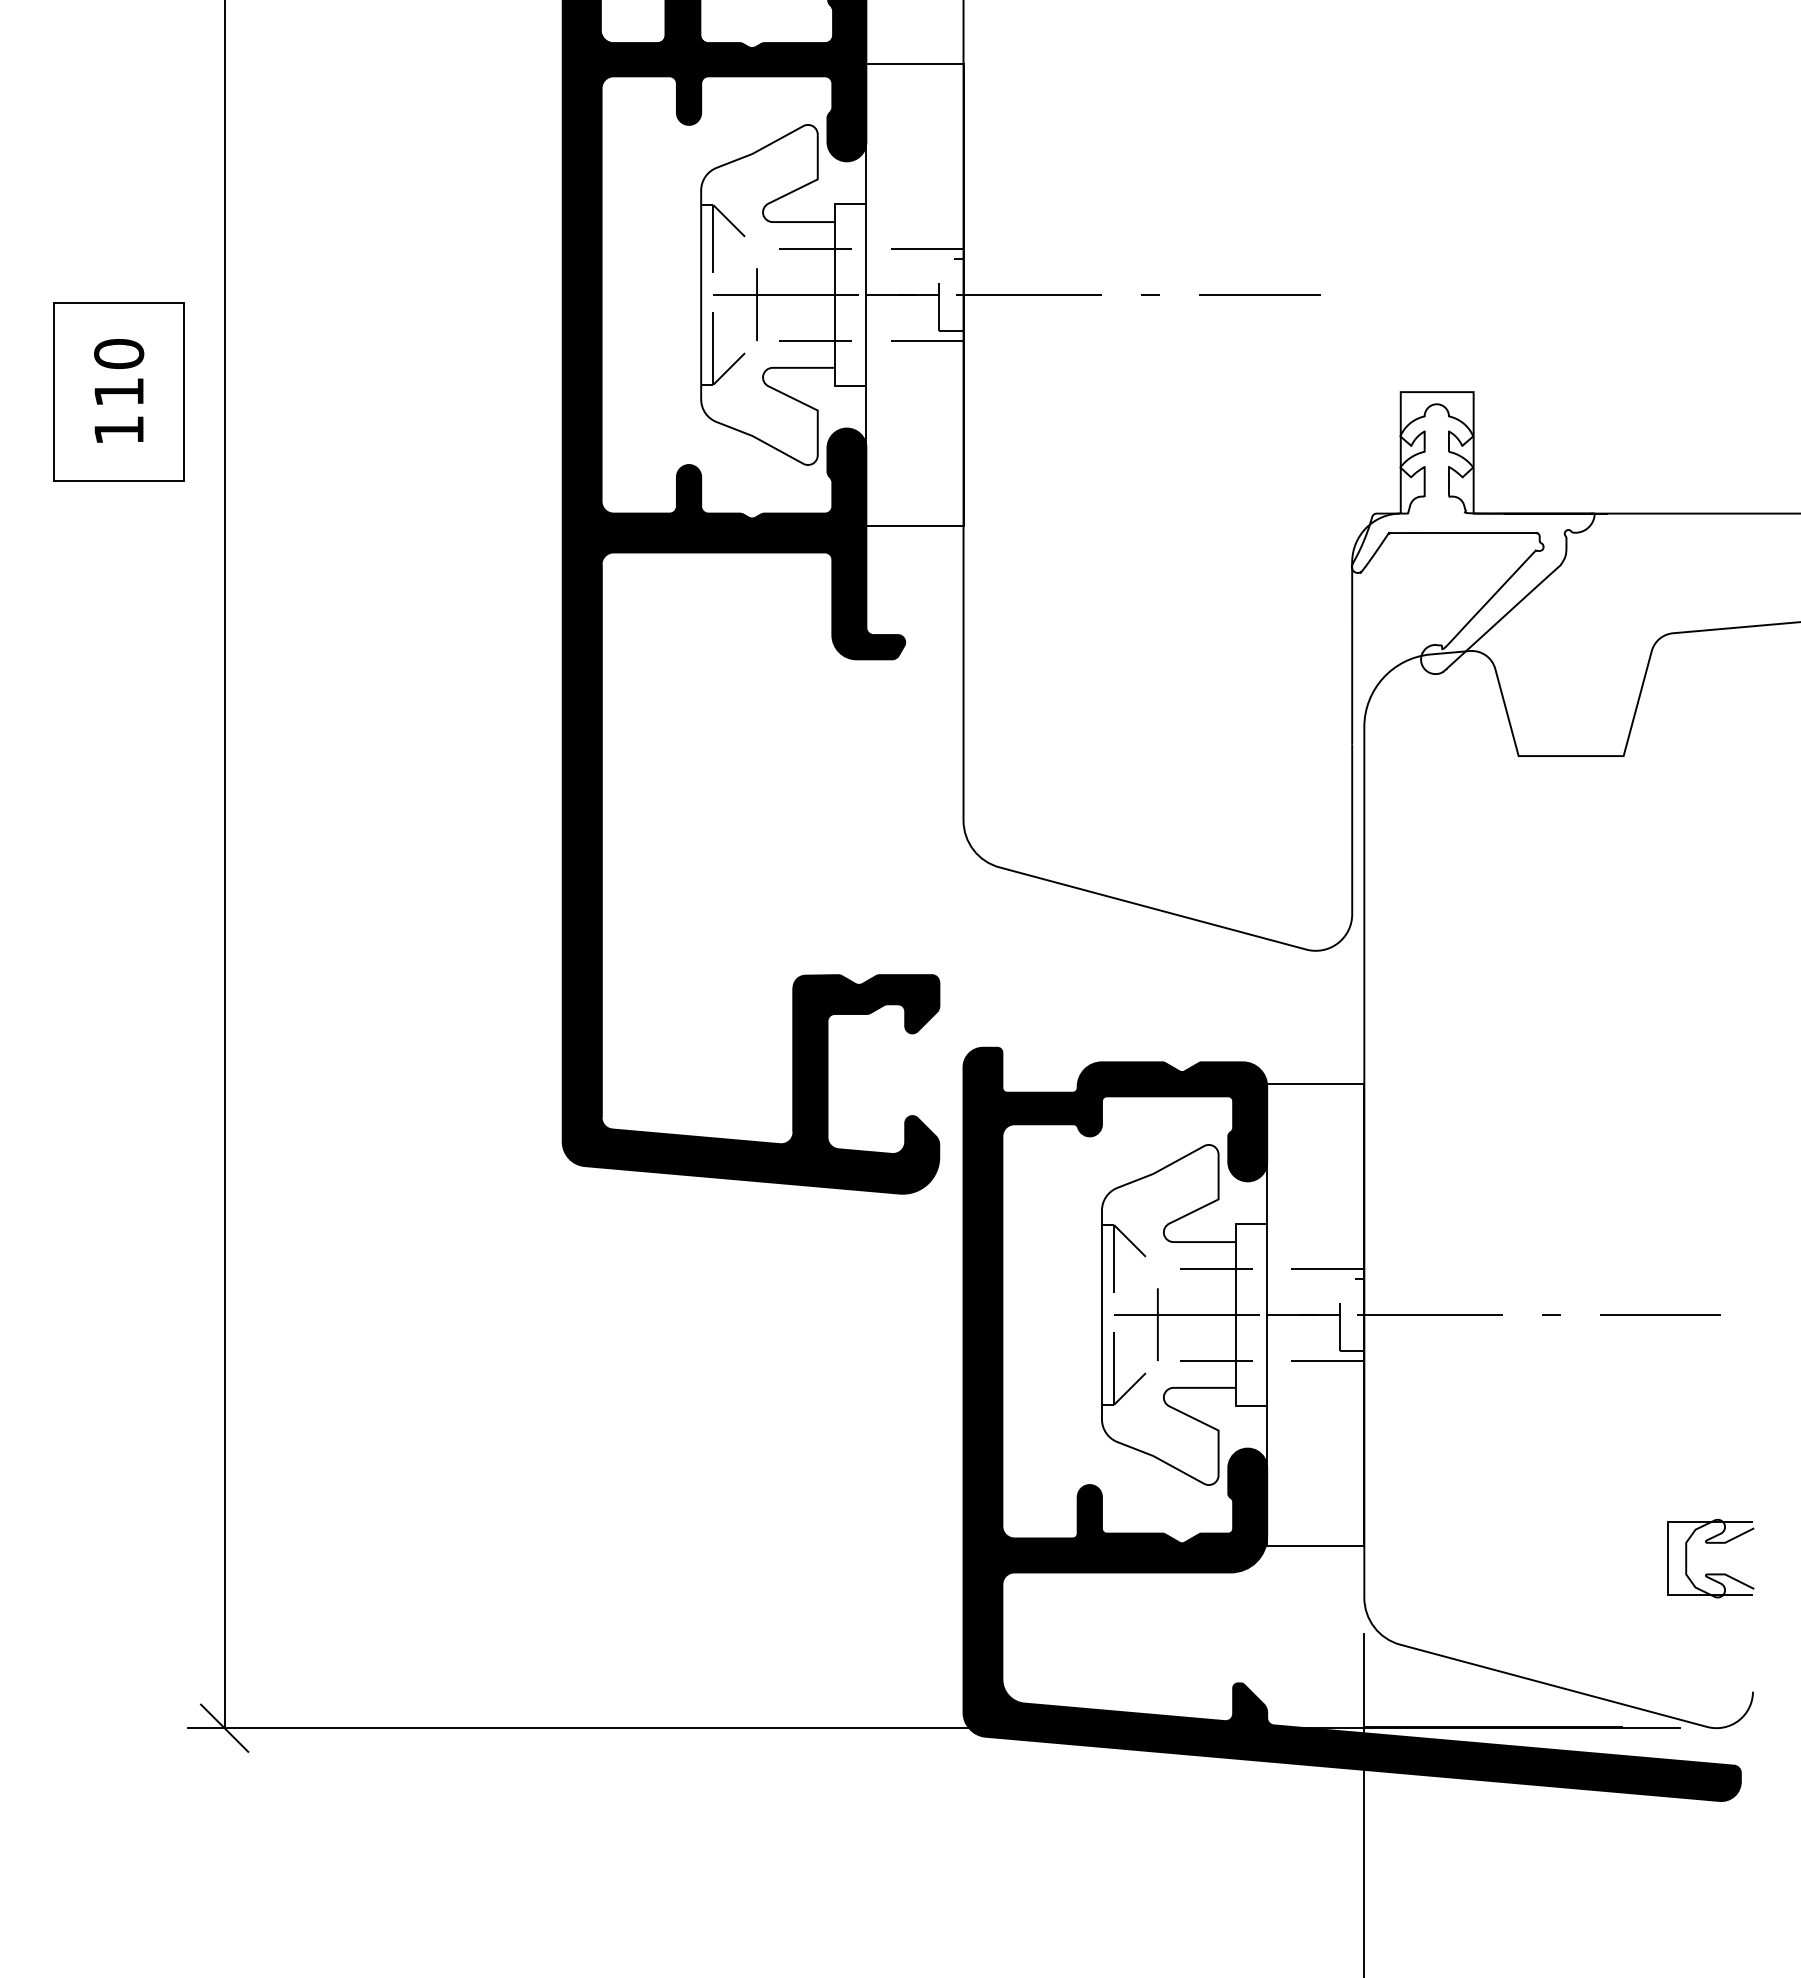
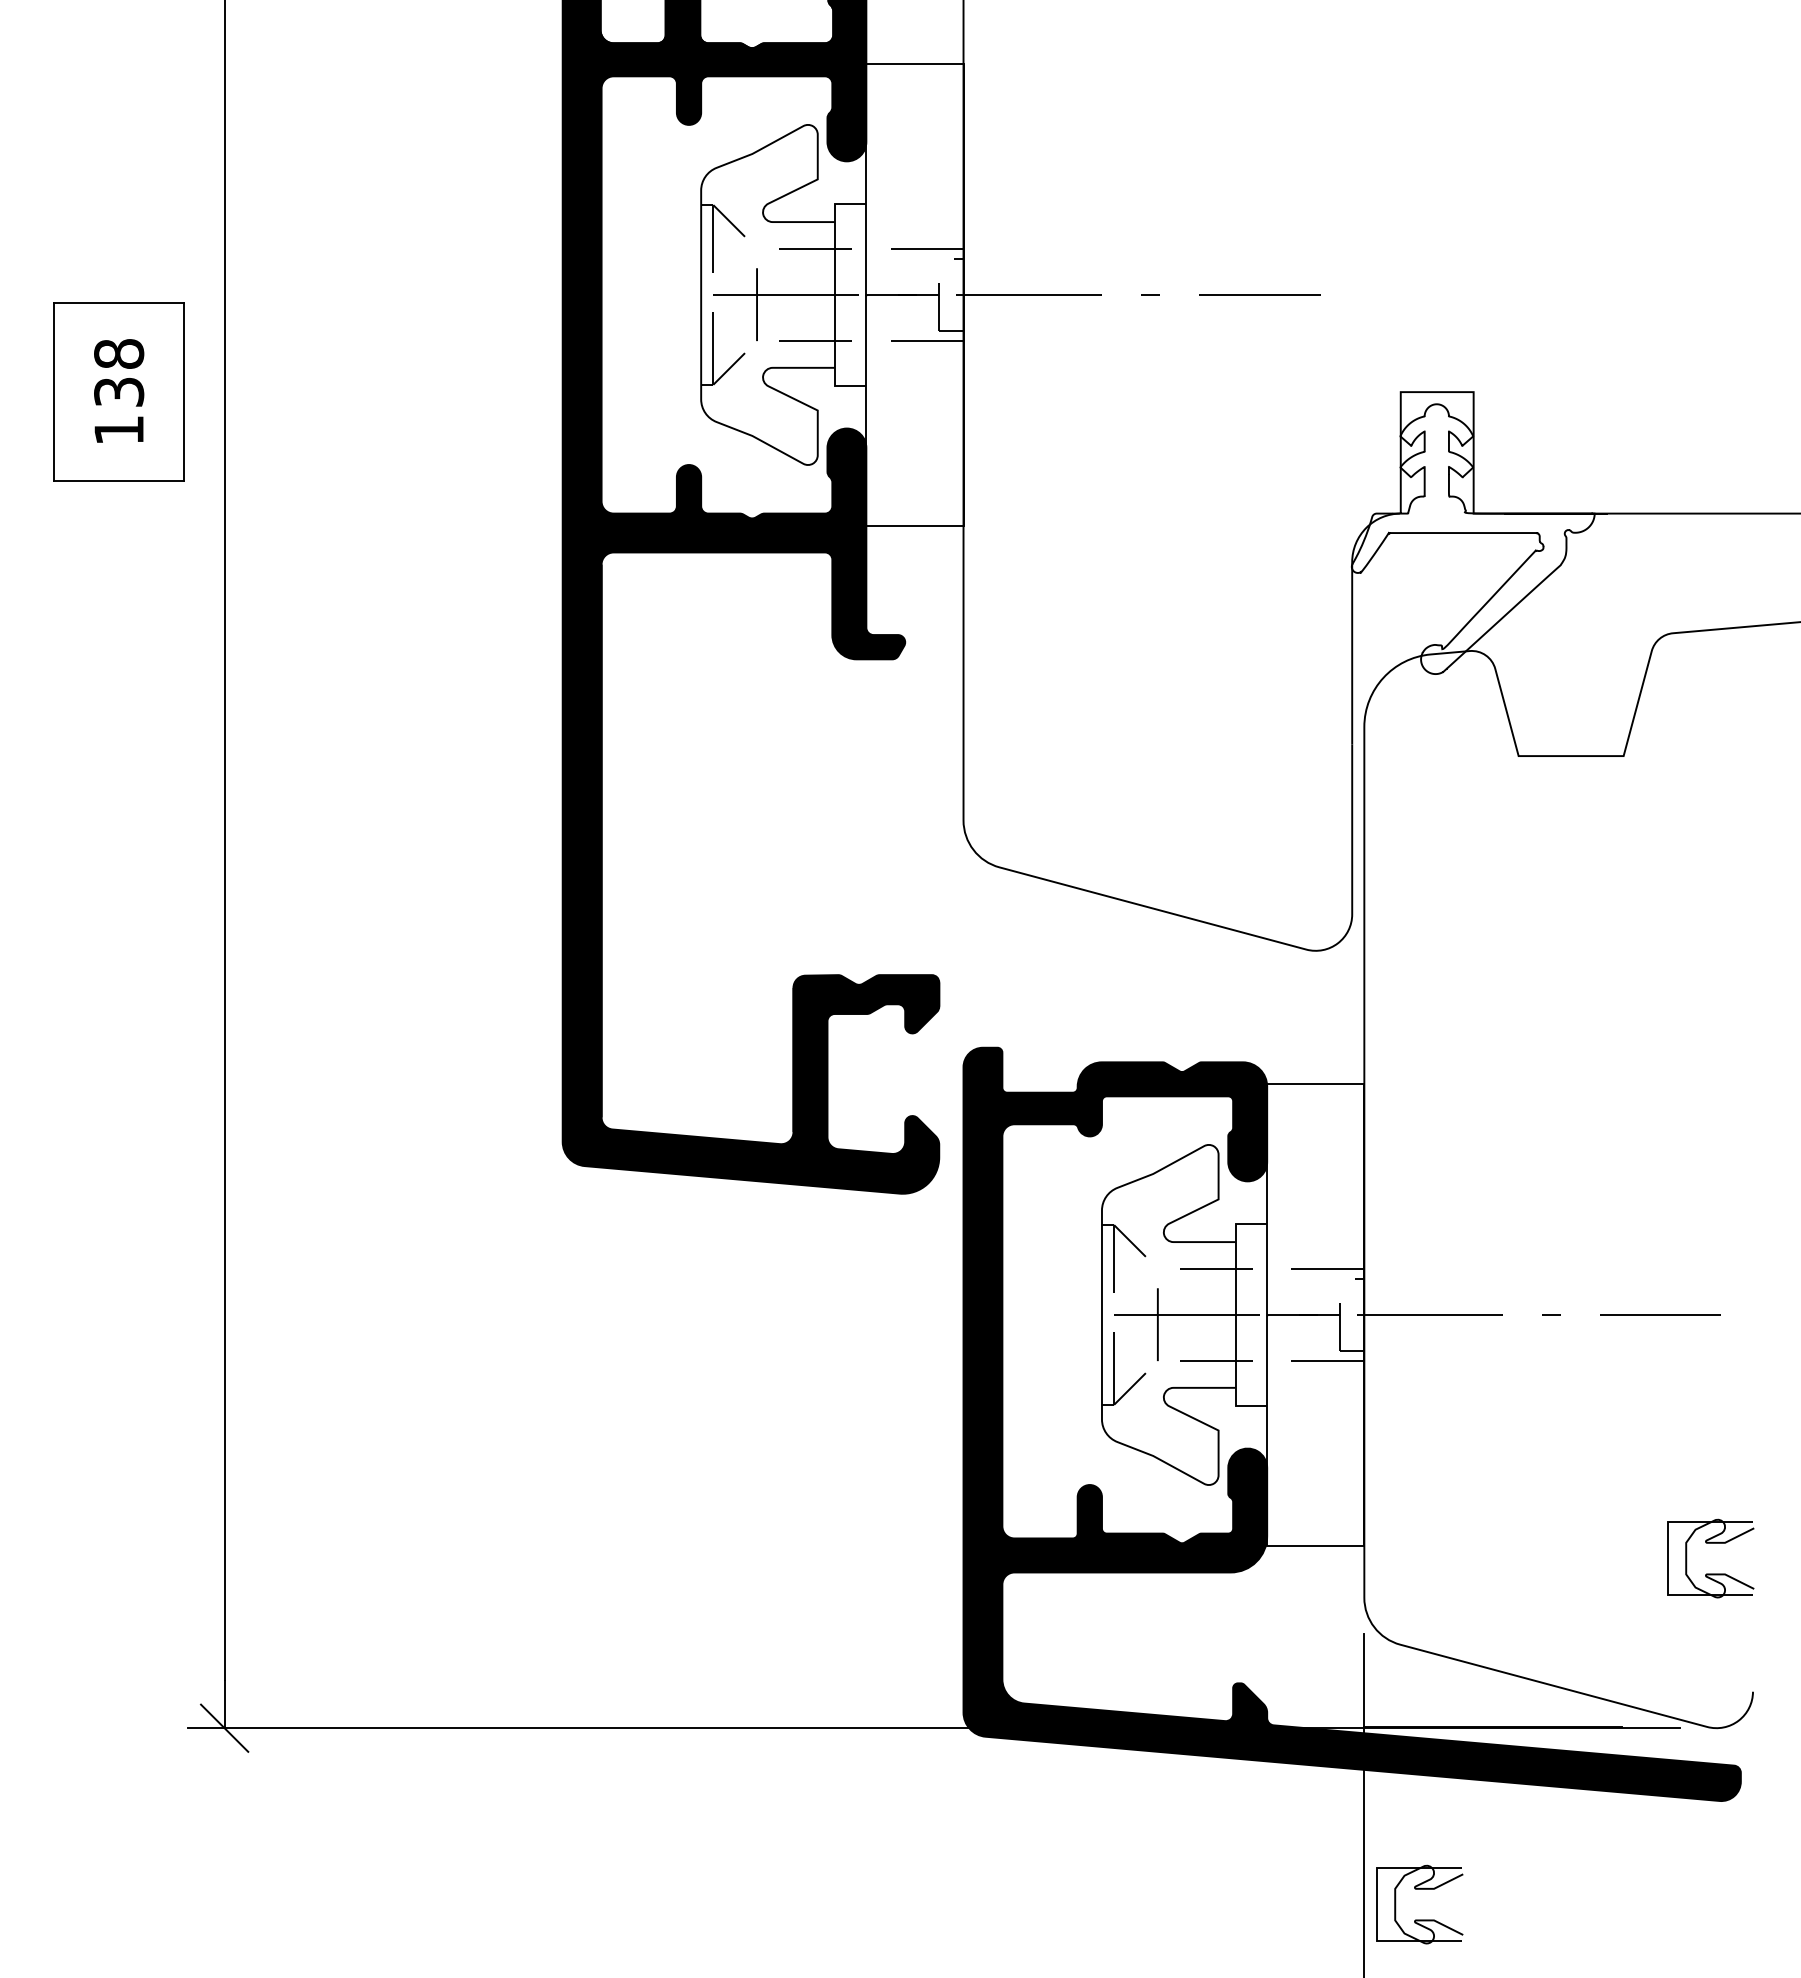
text at (119, 372): 110 -> 138
part at (1419, 1889): none -> present
